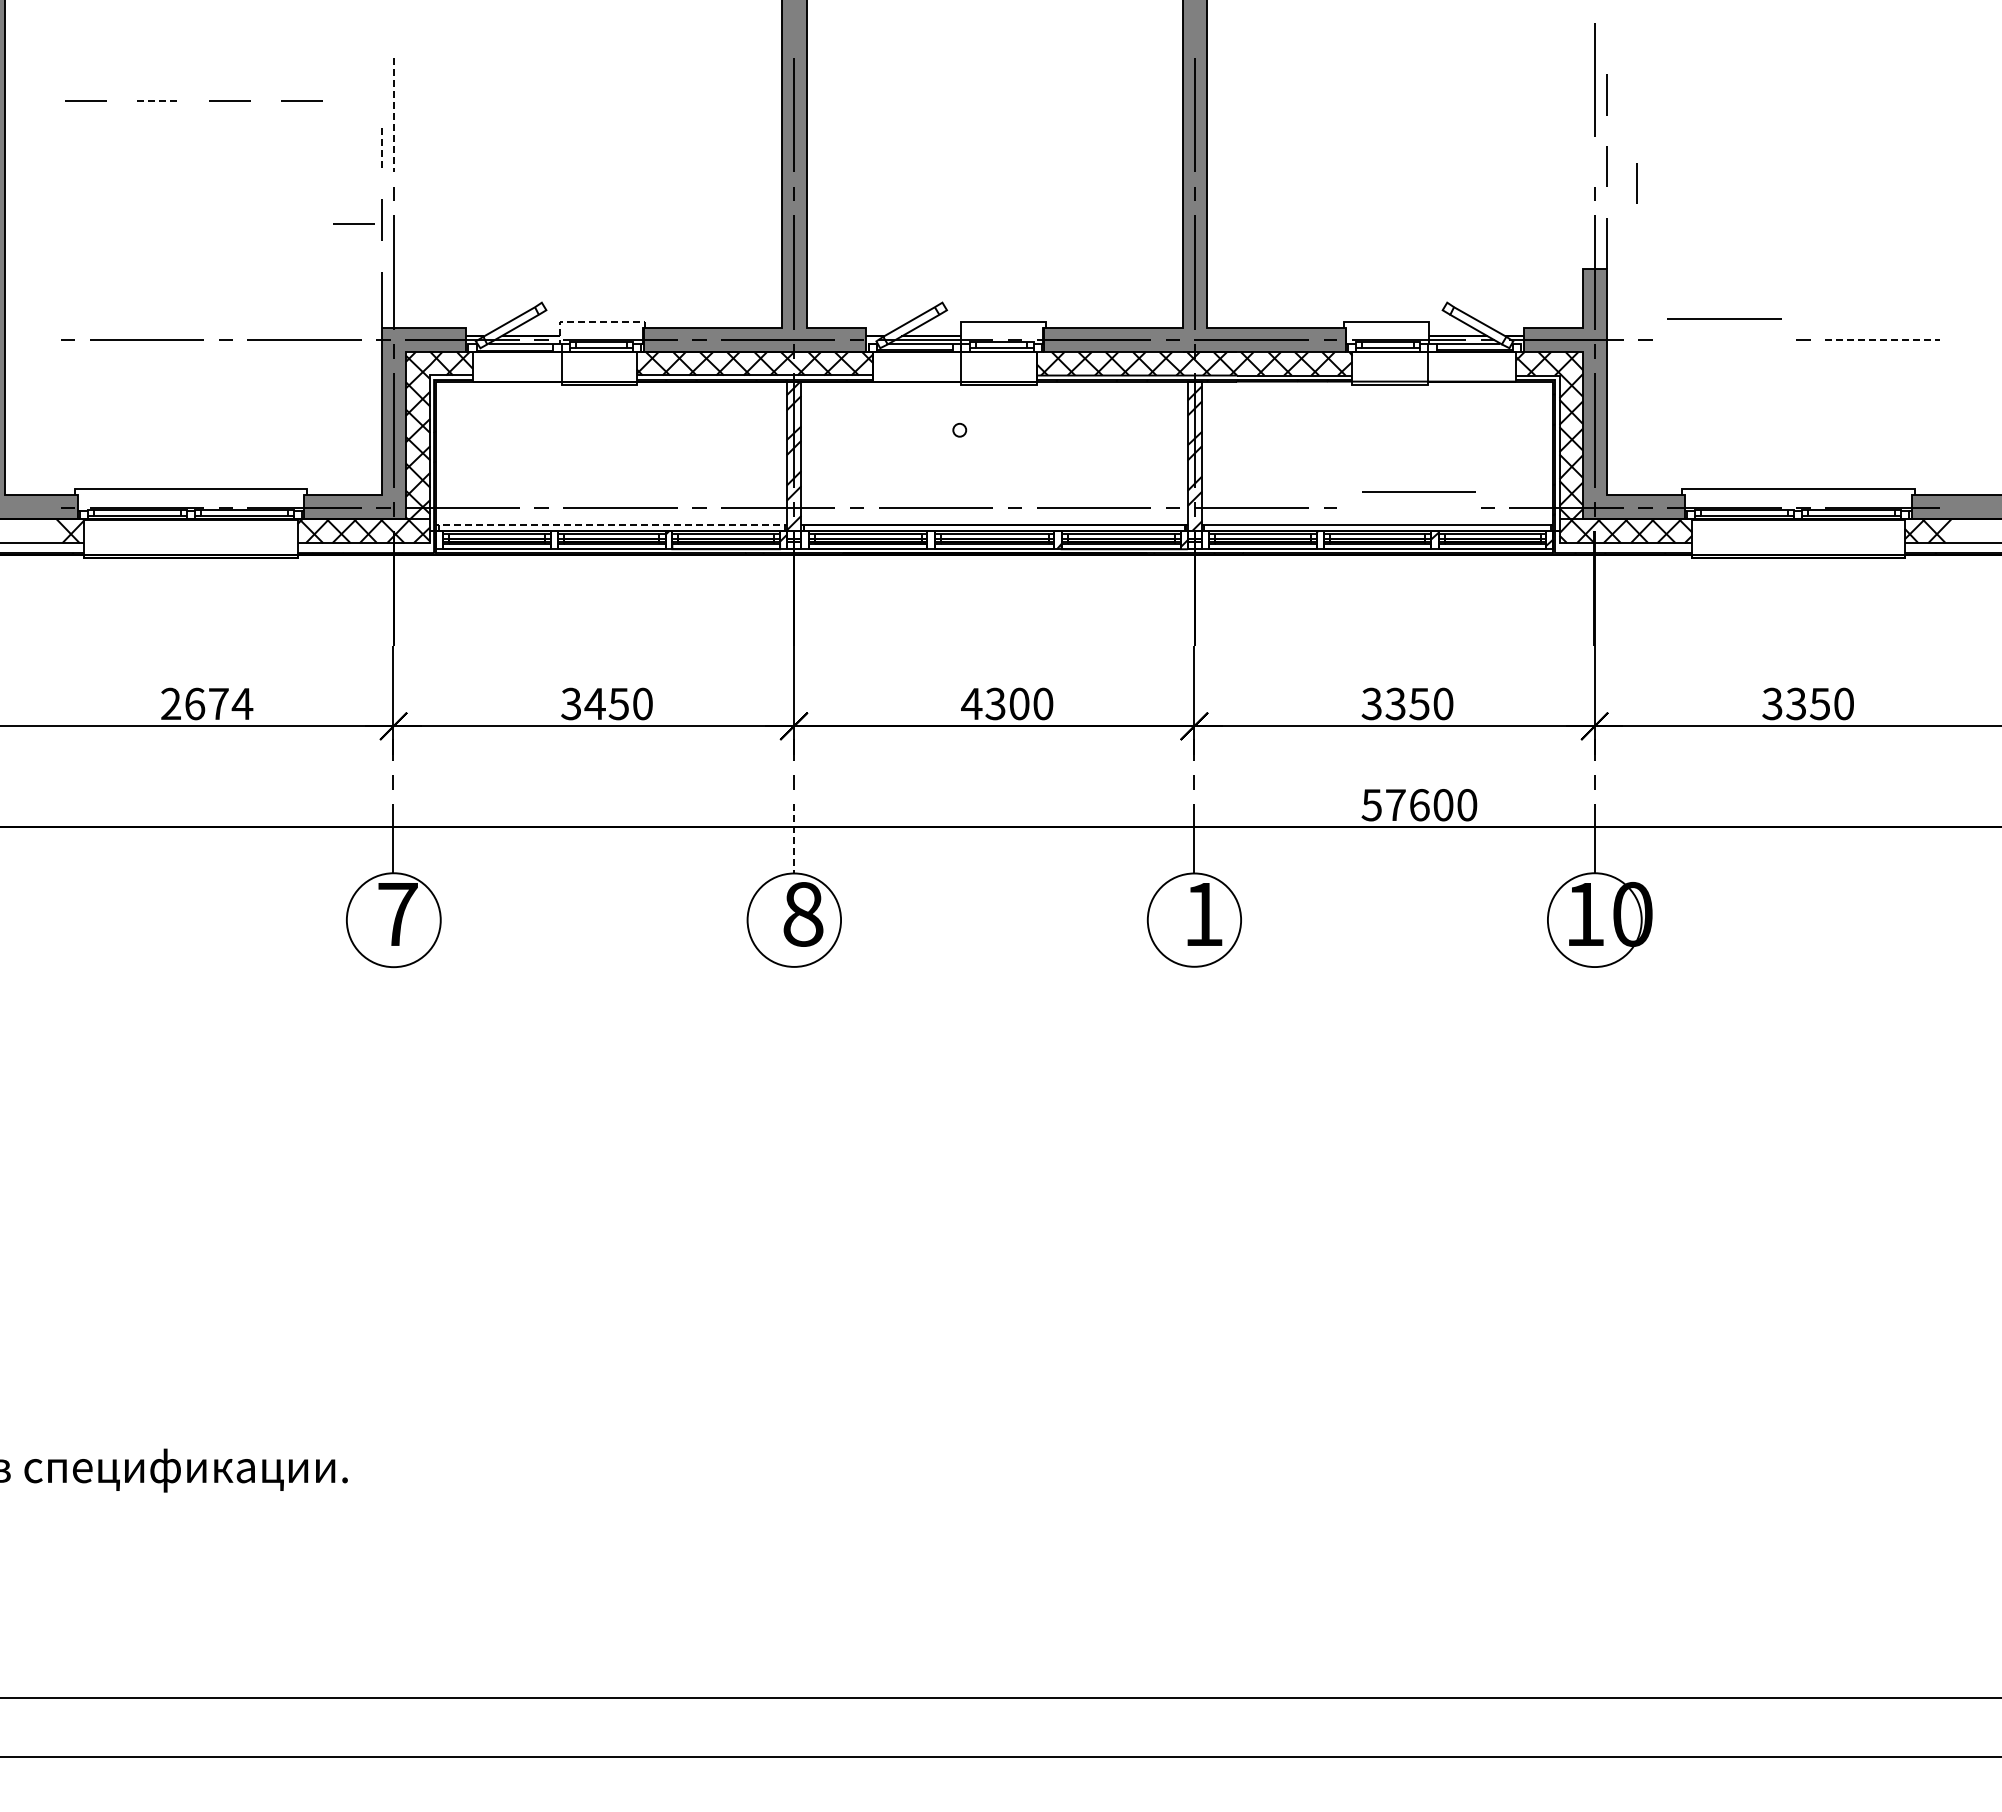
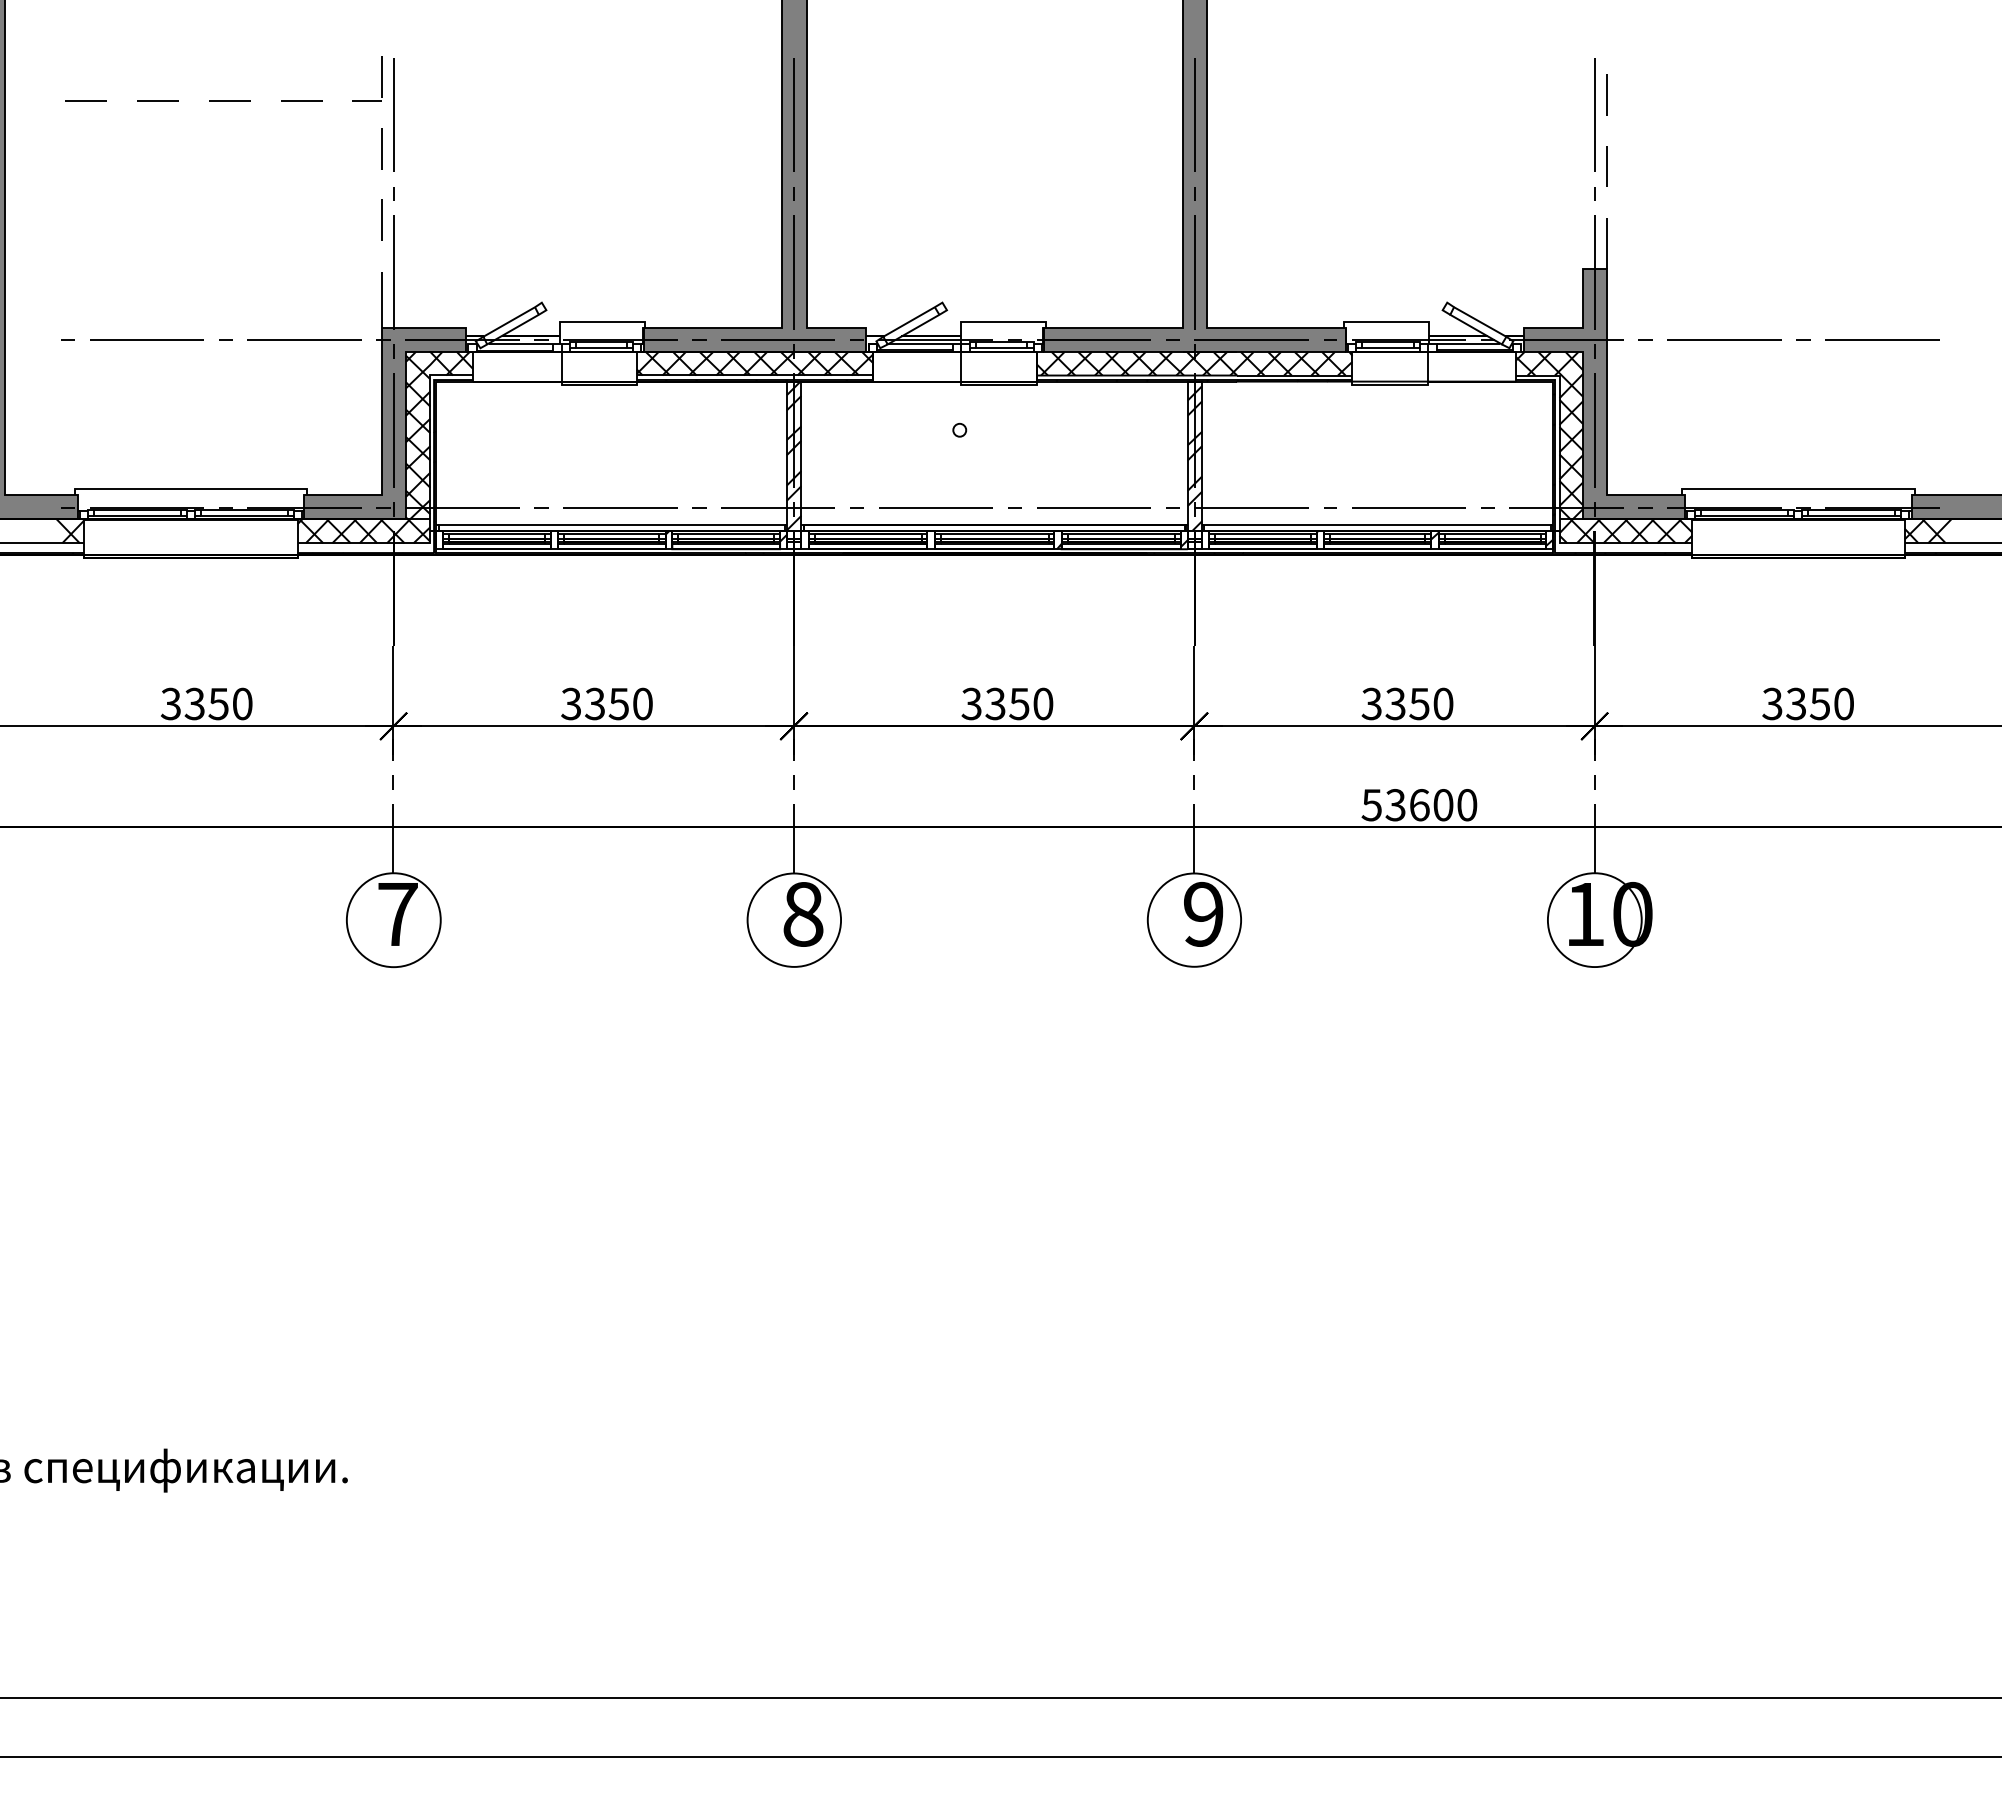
part at (381, 78): none -> present
line at (1594, 79) position: (1594, 79) -> (1594, 114)
line at (158, 100): dashed -> solid
line at (393, 115): dashed -> solid
line at (382, 149): dashed -> solid
line at (1636, 183): present -> none
line at (353, 223): present -> none
line at (1724, 318) position: (1724, 318) -> (1724, 339)
line at (594, 321): dashed -> solid
line at (1882, 339): dashed -> solid
line at (1418, 491) position: (1418, 491) -> (1408, 507)
line at (611, 524): dashed -> solid
text at (207, 703): 2674 -> 3350
text at (594, 703): 3450 -> 3350
text at (995, 703): 4300 -> 3350
text at (1395, 805): 57600 -> 53600
line at (793, 838): dashed -> solid
text at (1203, 914): 1 -> 9
